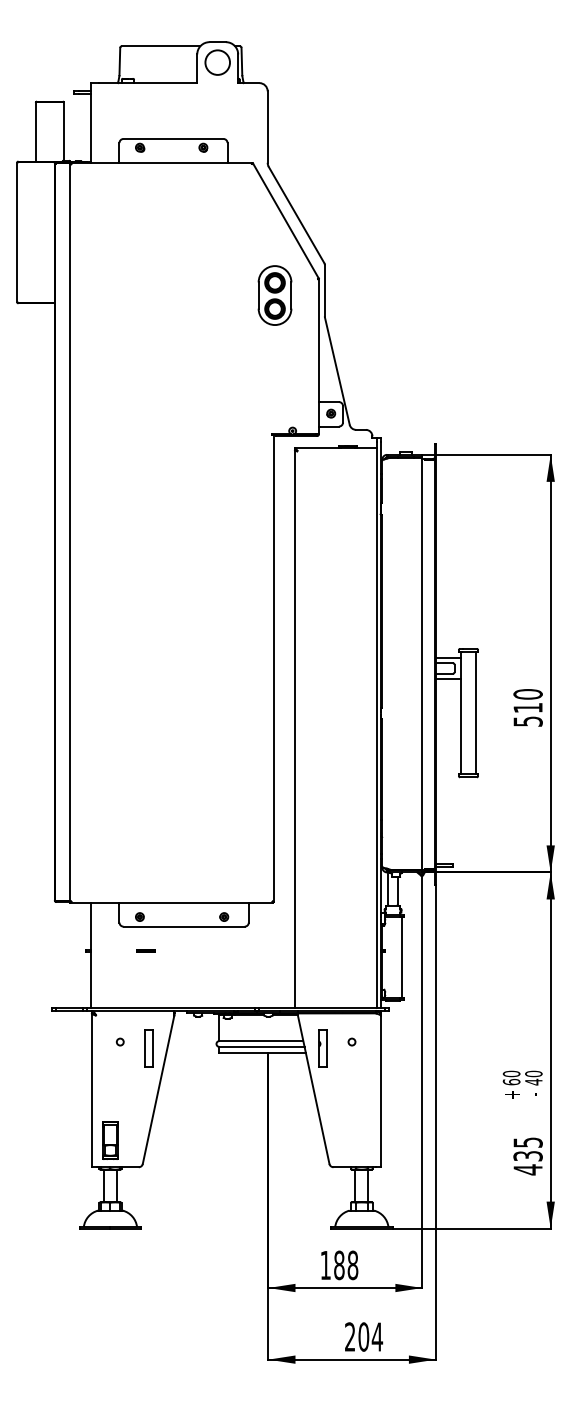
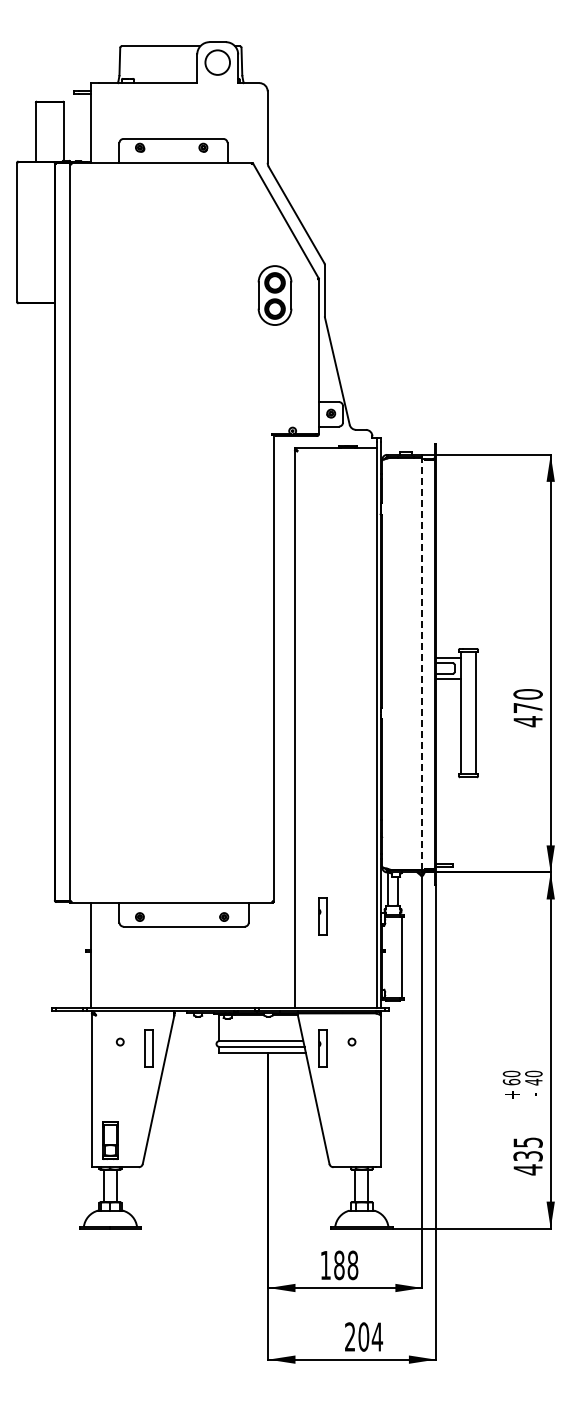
line at (422, 663): solid -> dashed
text at (527, 715): 510 -> 470
part at (322, 916): none -> present
line at (145, 950): present -> none
